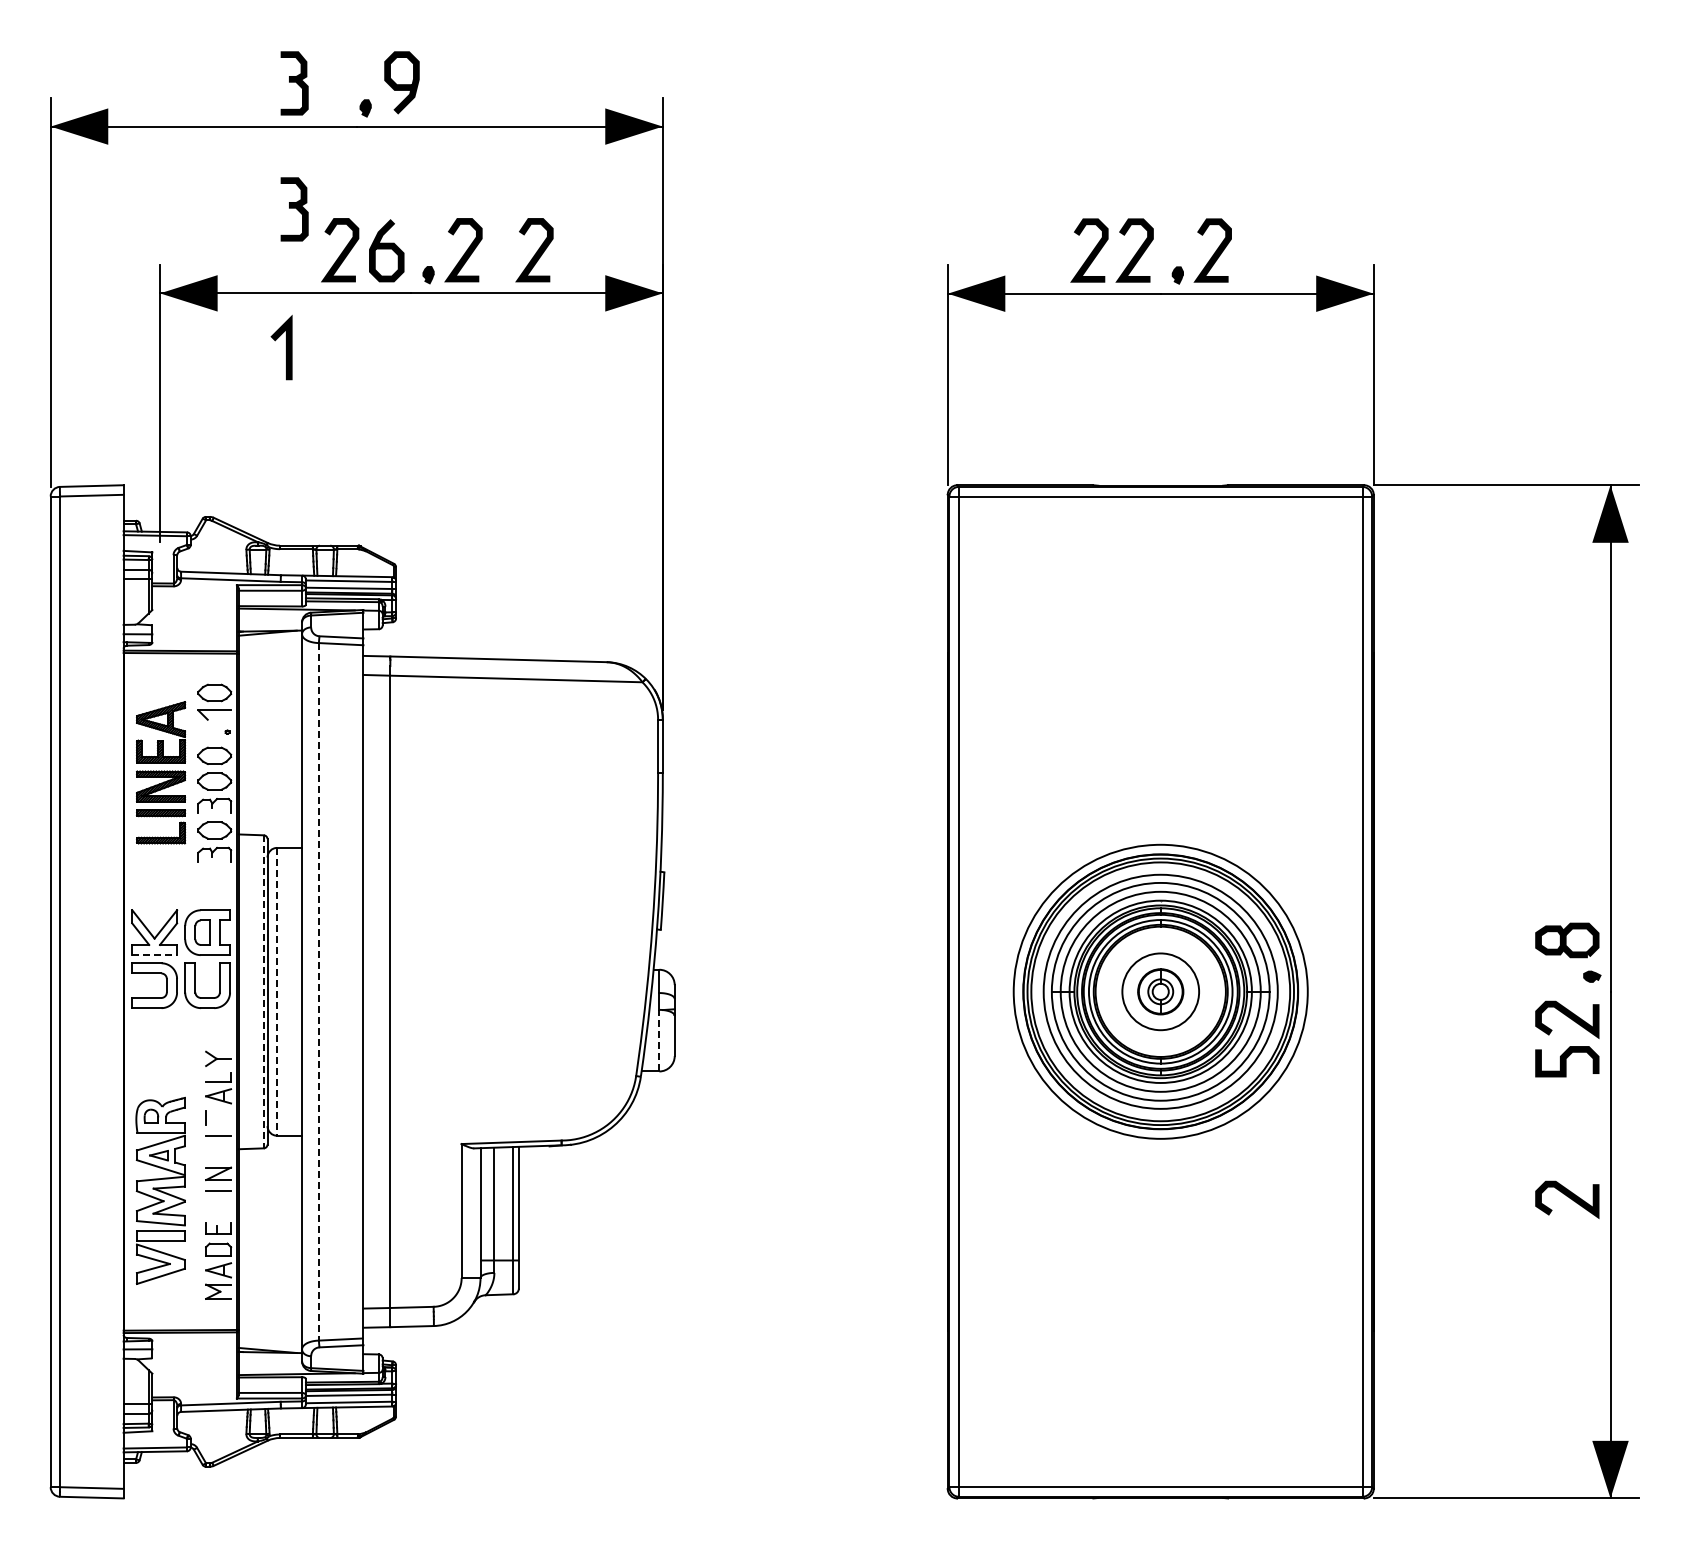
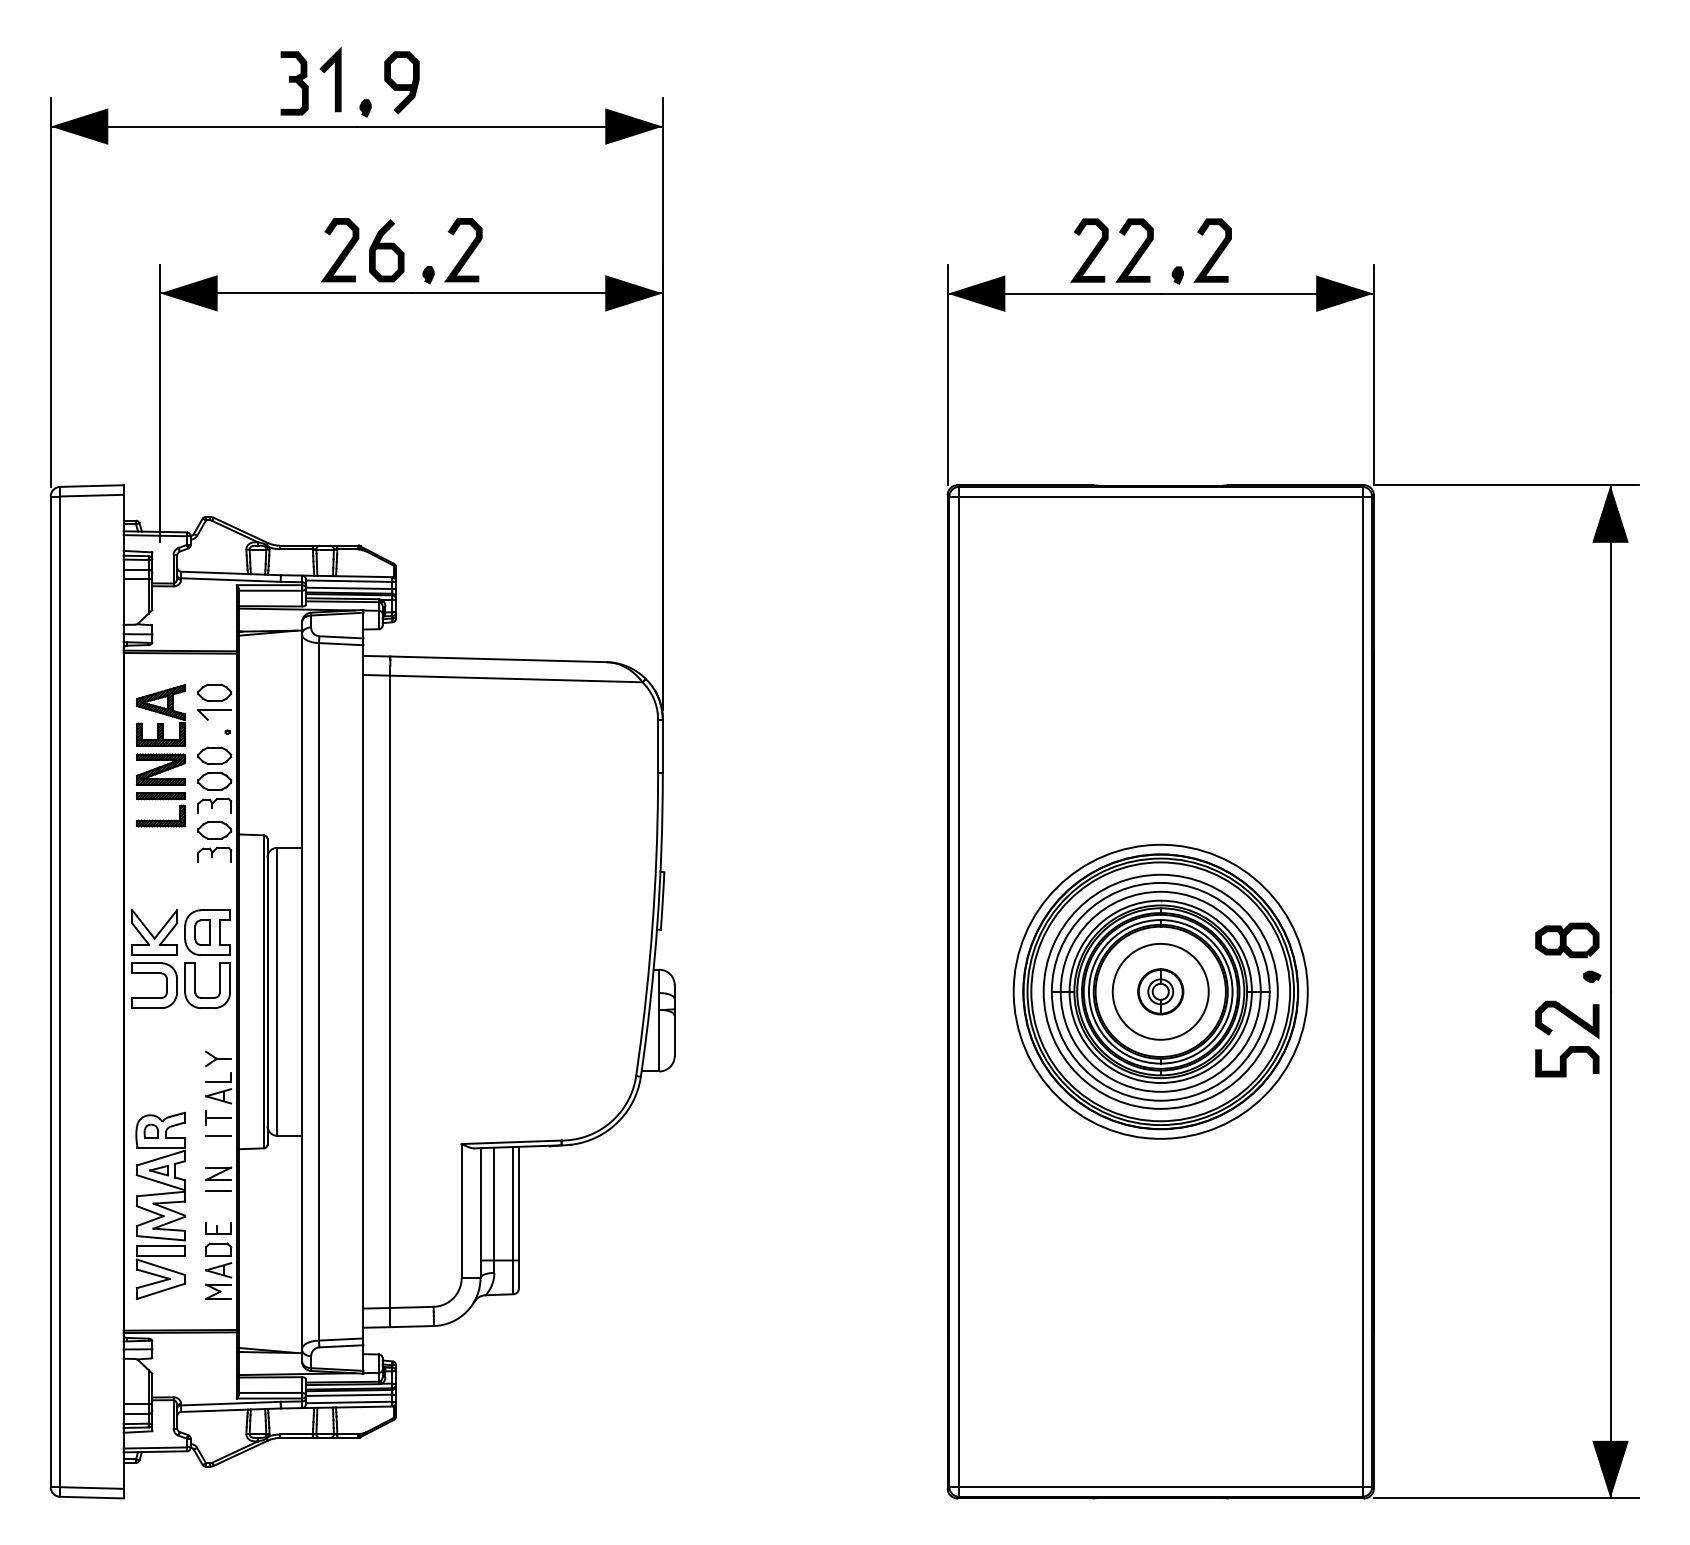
part at (294, 209): present -> none
curve at (536, 251): present -> none
line at (286, 347) position: (286, 347) -> (335, 79)
part at (161, 772) position: (161, 772) -> (161, 755)
line at (155, 955): dashed -> solid
line at (263, 991): dashed -> solid
line at (277, 991): dashed -> solid
line at (318, 991): dashed -> solid
circle at (1160, 991) diameter: 77 px -> 96 px
line at (659, 1040): dashed -> solid
line at (218, 1117): none -> present
part at (160, 1190) position: (160, 1190) -> (160, 1205)
curve at (1568, 1197): present -> none
